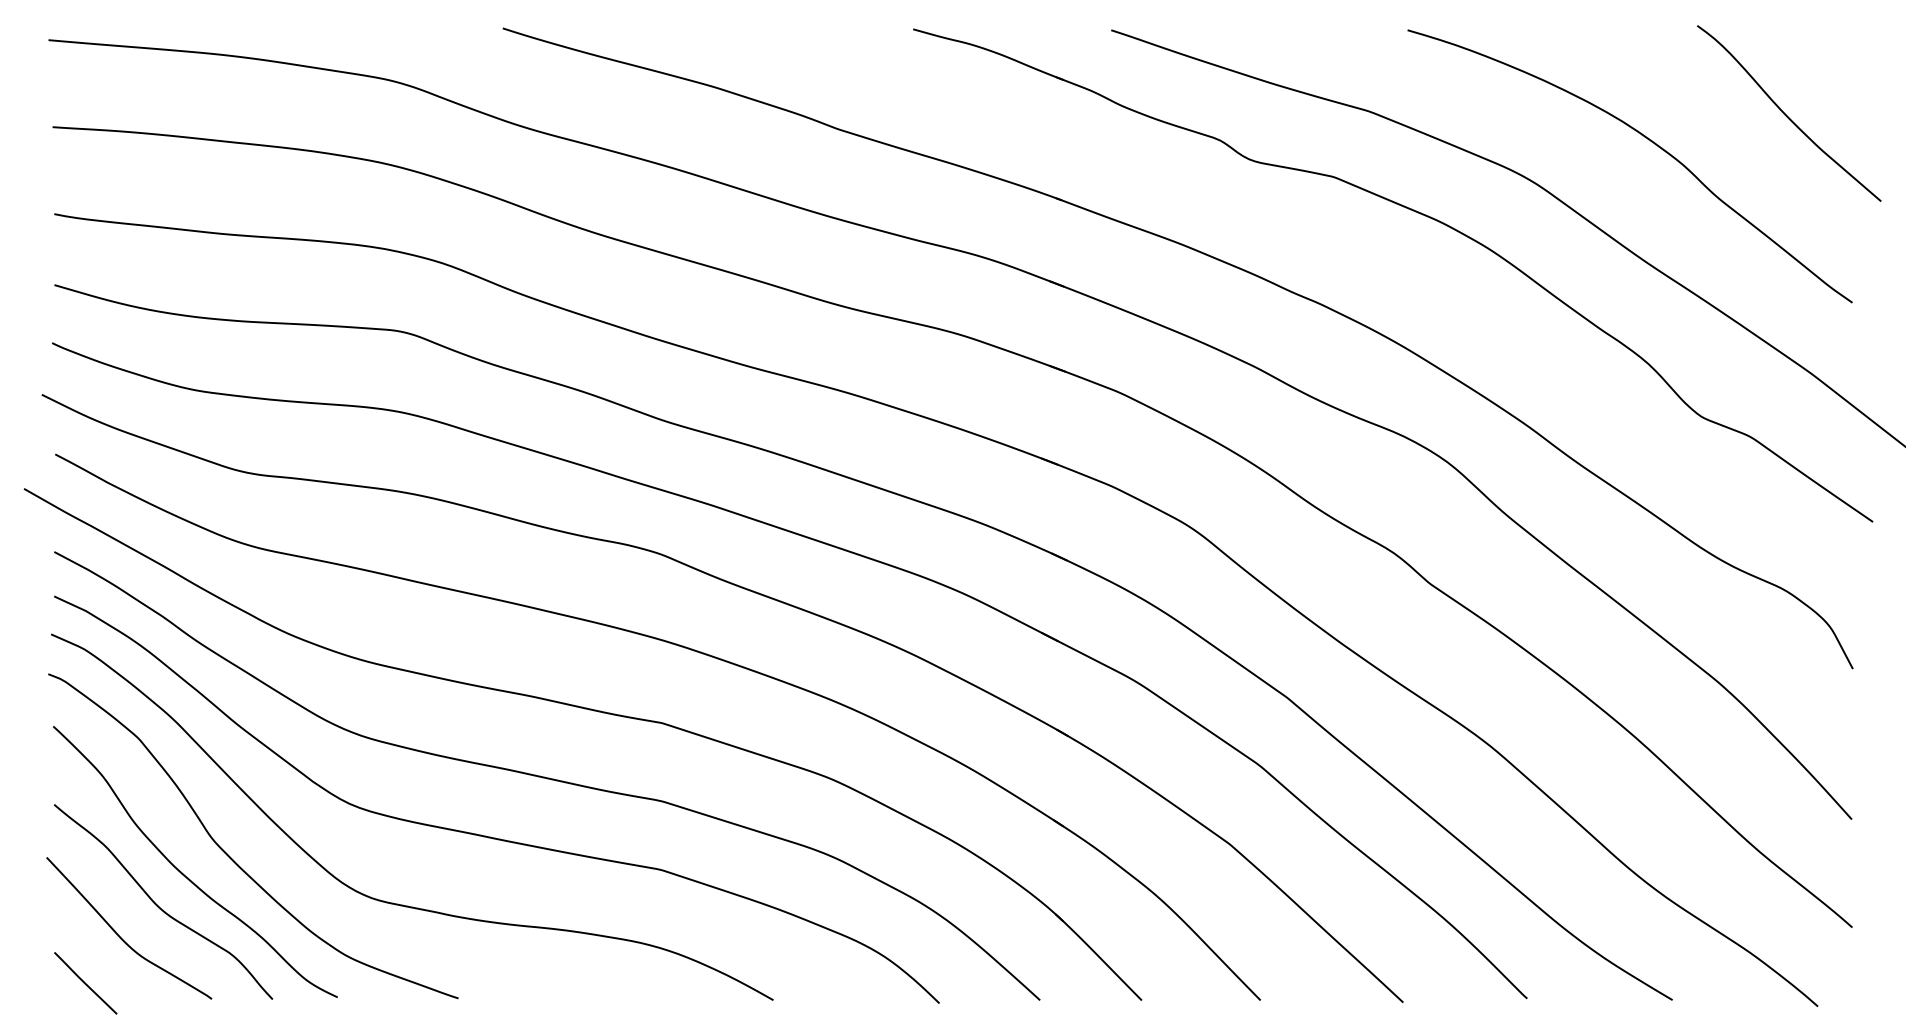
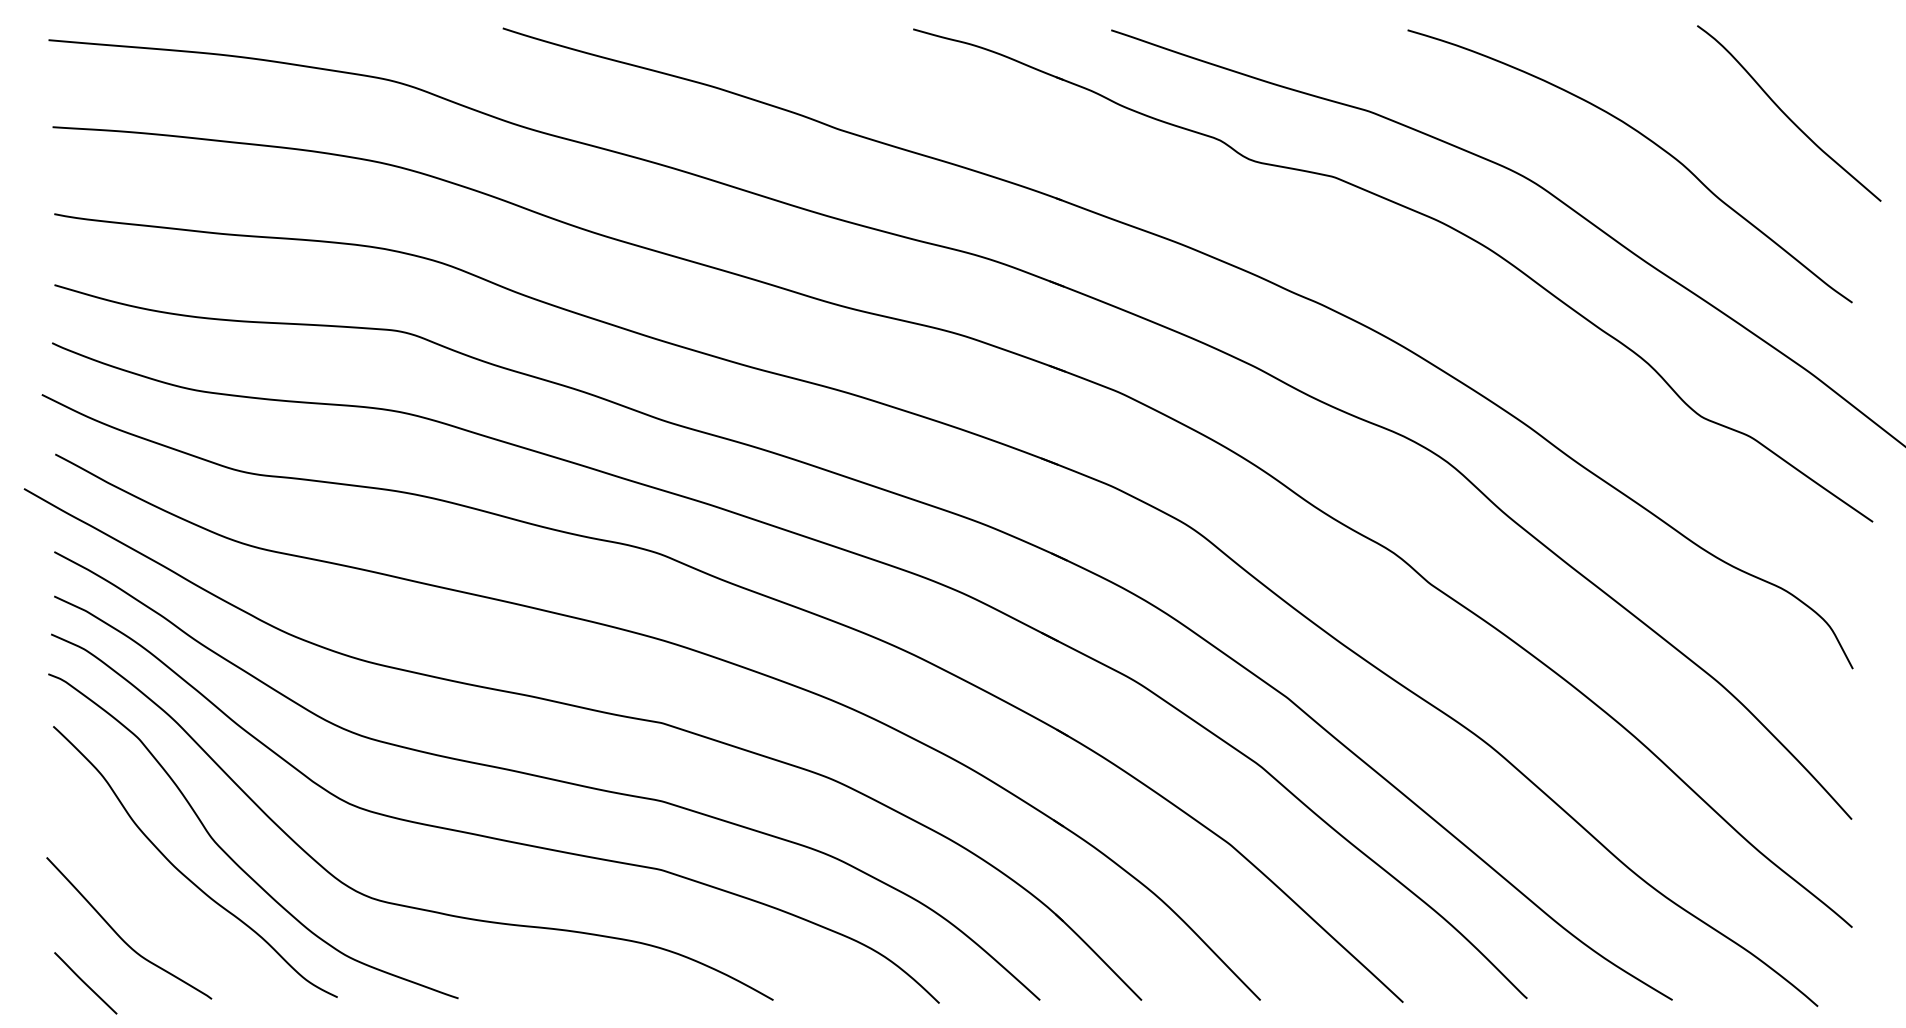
curve at (158, 905): present -> none
